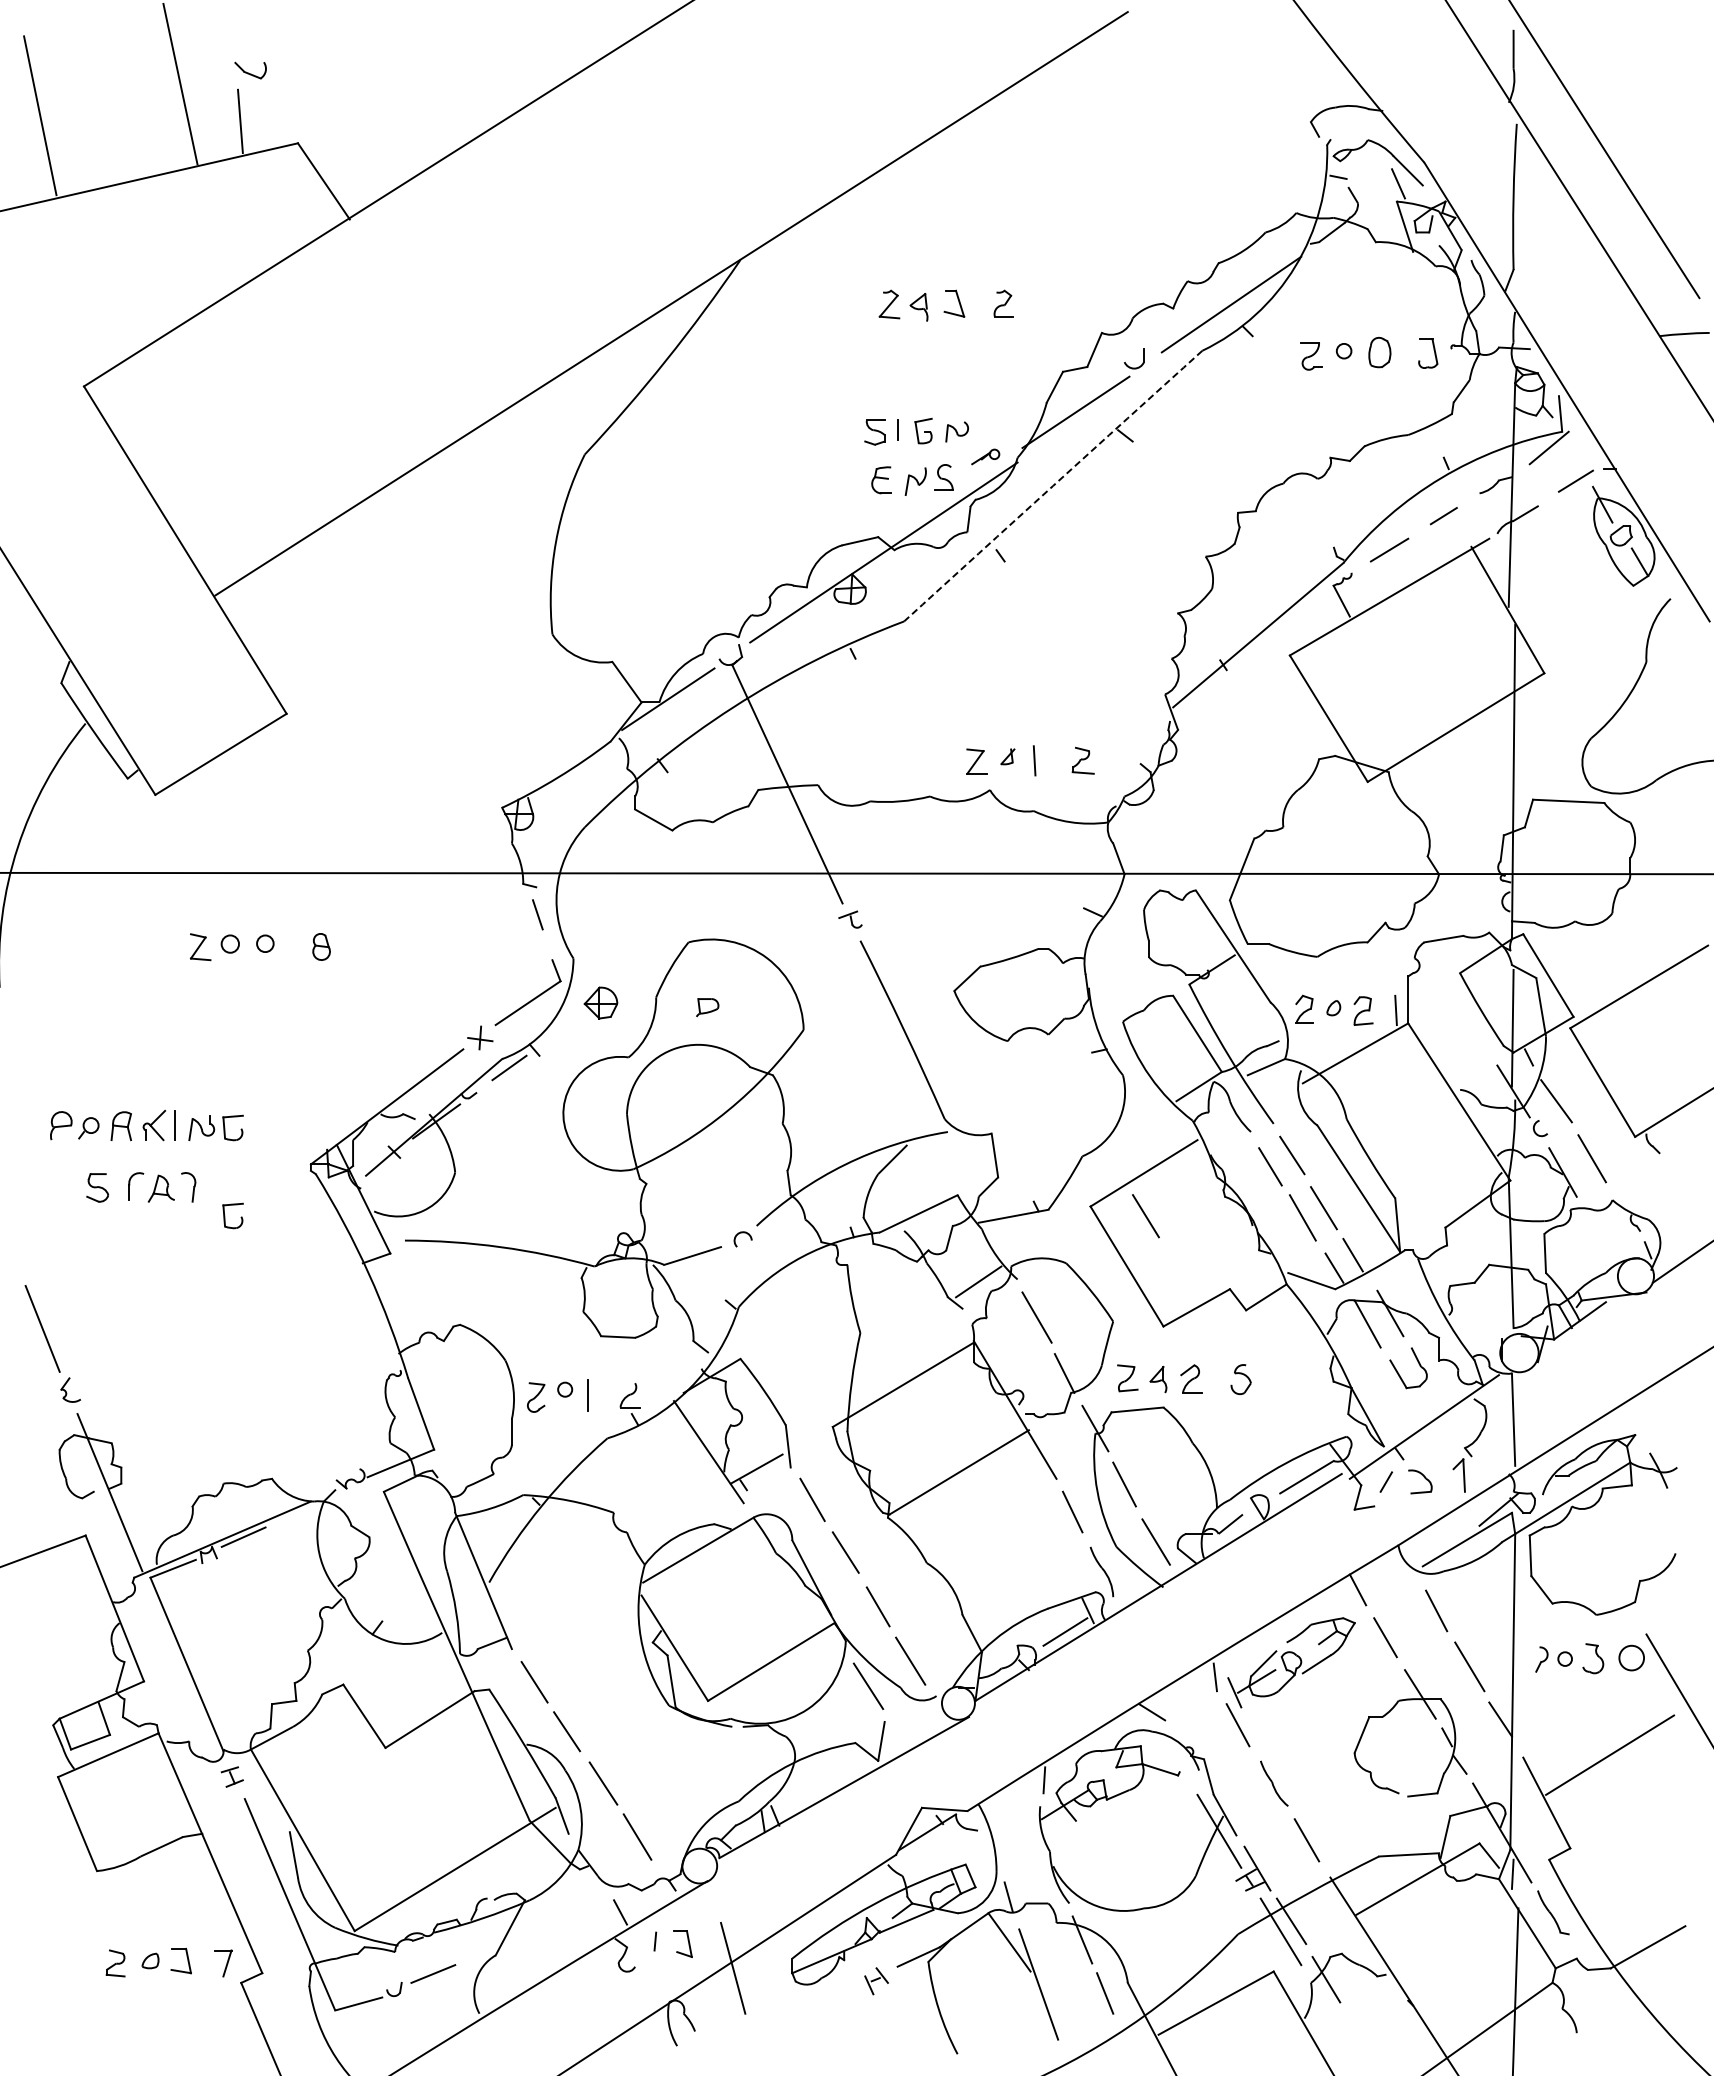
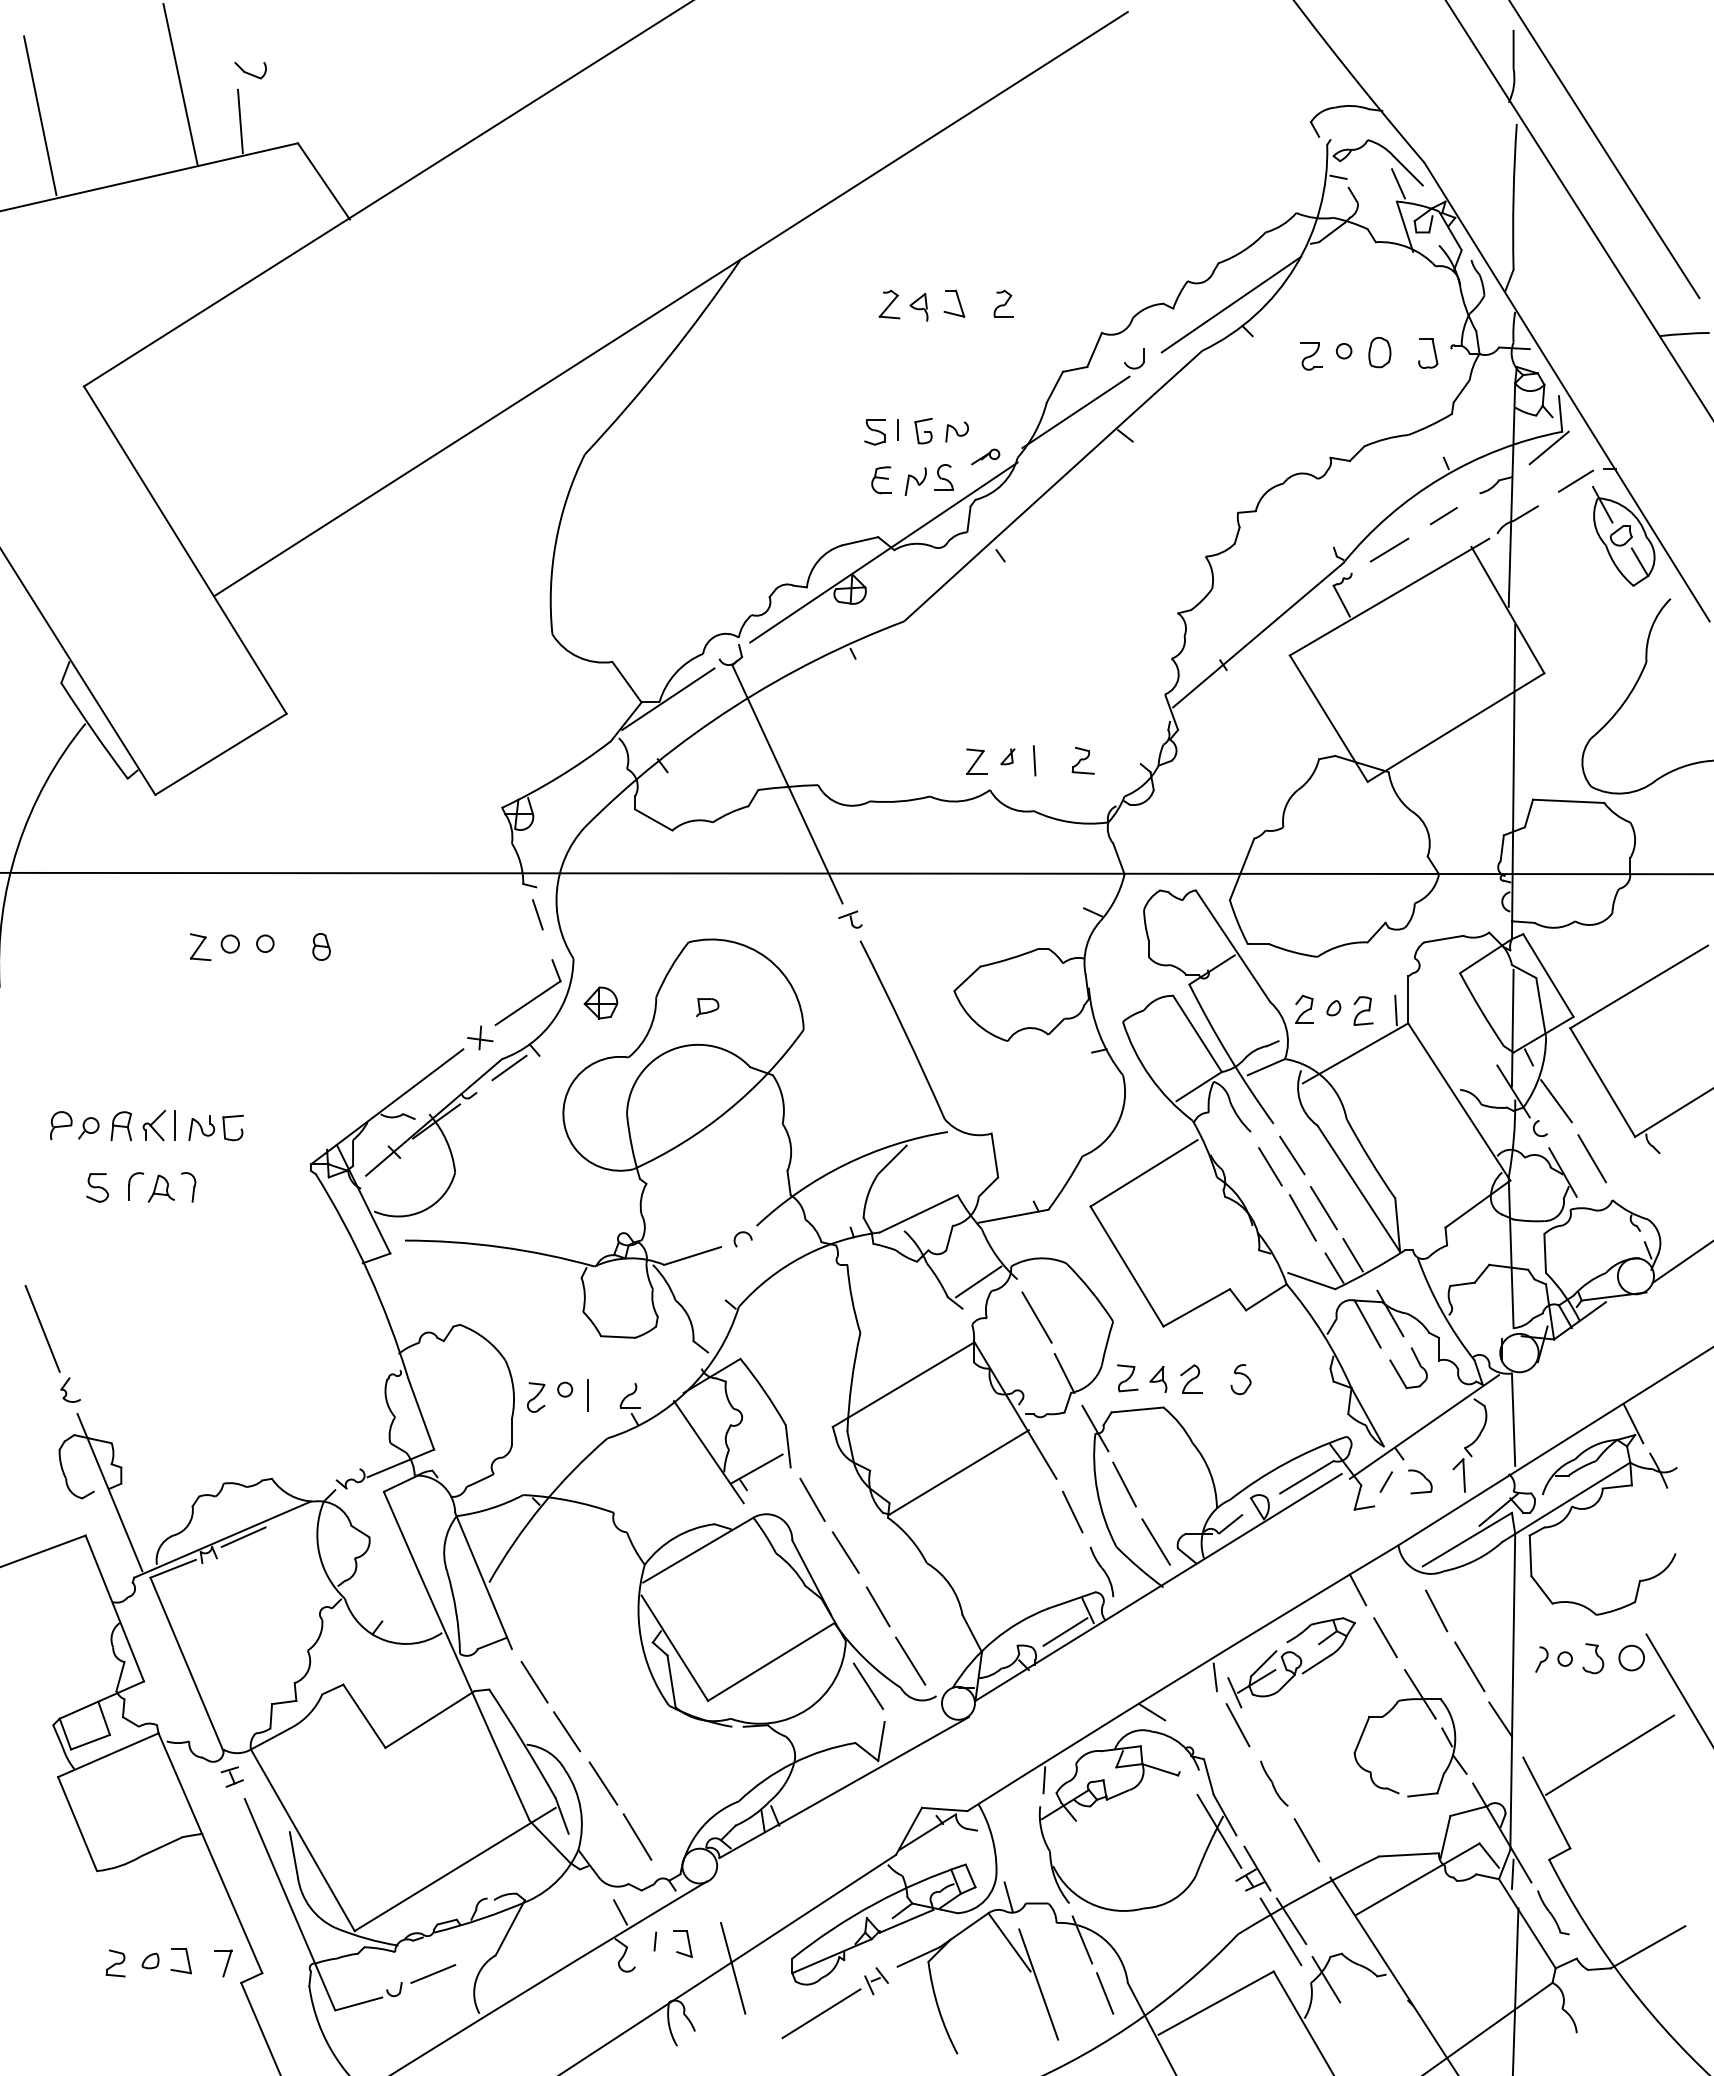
arc at (1053, 485): dashed -> solid
part at (225, 1215): present -> none
line at (1145, 1216): present -> none
line at (1633, 1423): none -> present
line at (821, 2013): none -> present
